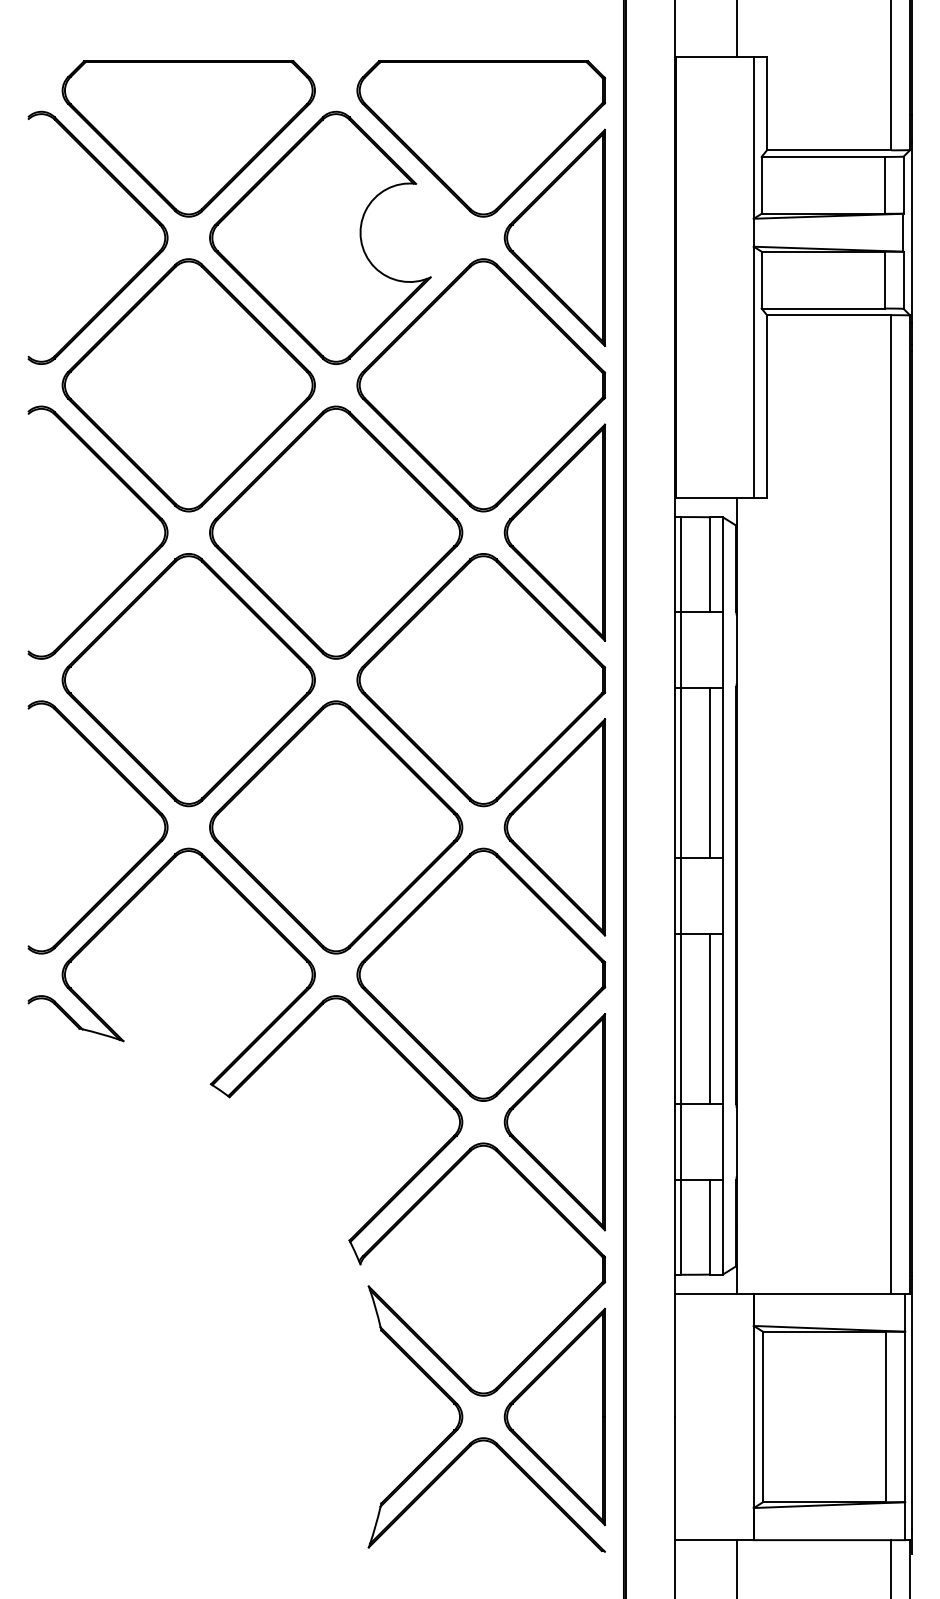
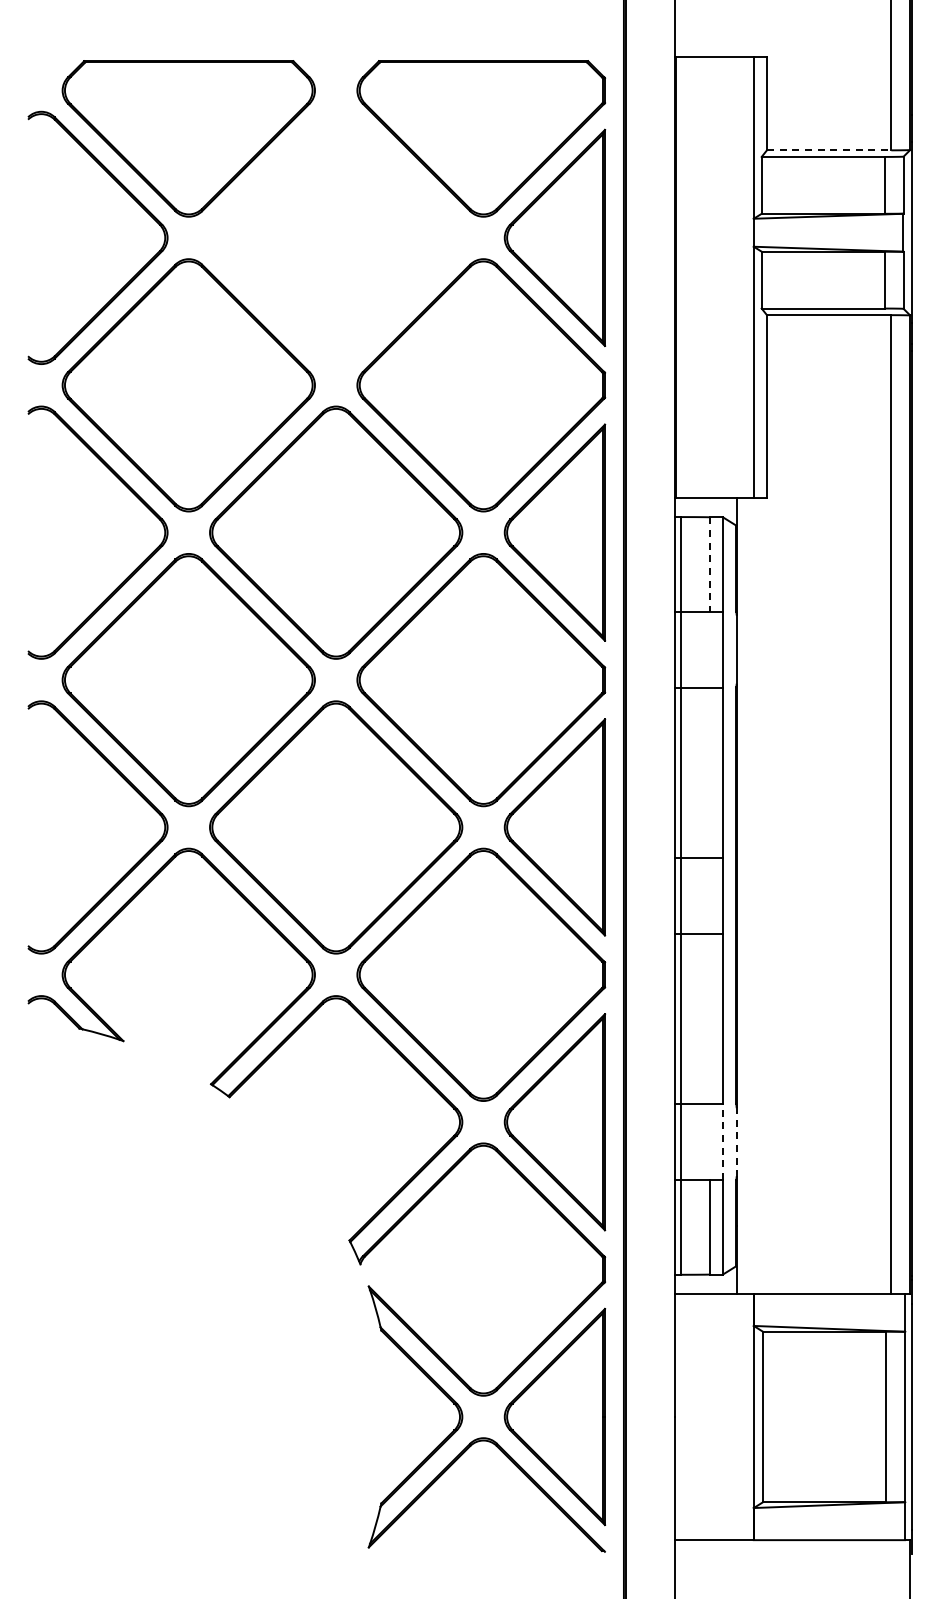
line at (736, 29): present -> none
line at (829, 150): solid -> dashed
part at (320, 237): present -> none
line at (709, 565): solid -> dashed
line at (709, 772): present -> none
line at (709, 1018): present -> none
line at (736, 1141): solid -> dashed
line at (723, 1142): solid -> dashed
line at (736, 1567): present -> none
line at (891, 1567): present -> none
